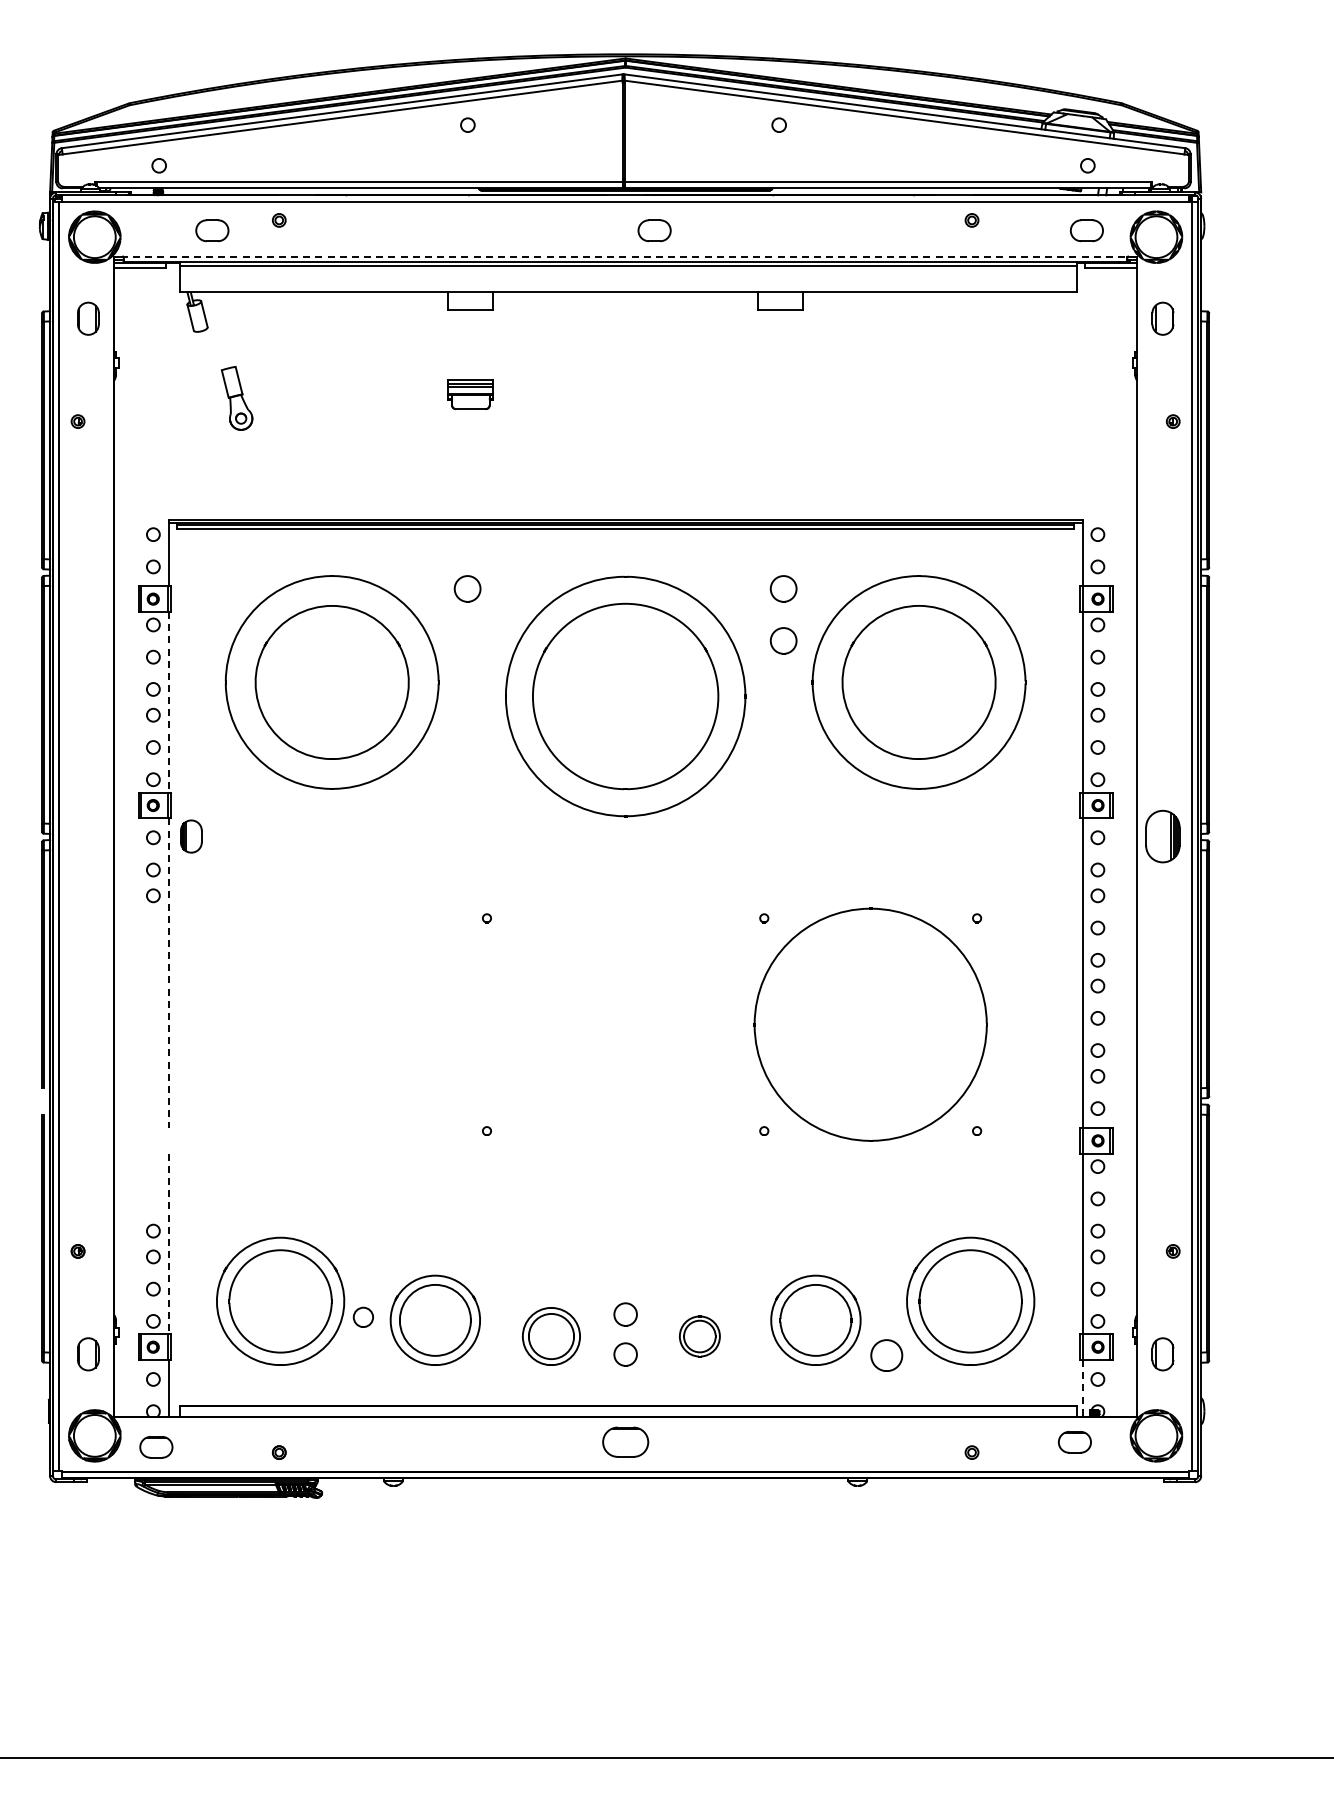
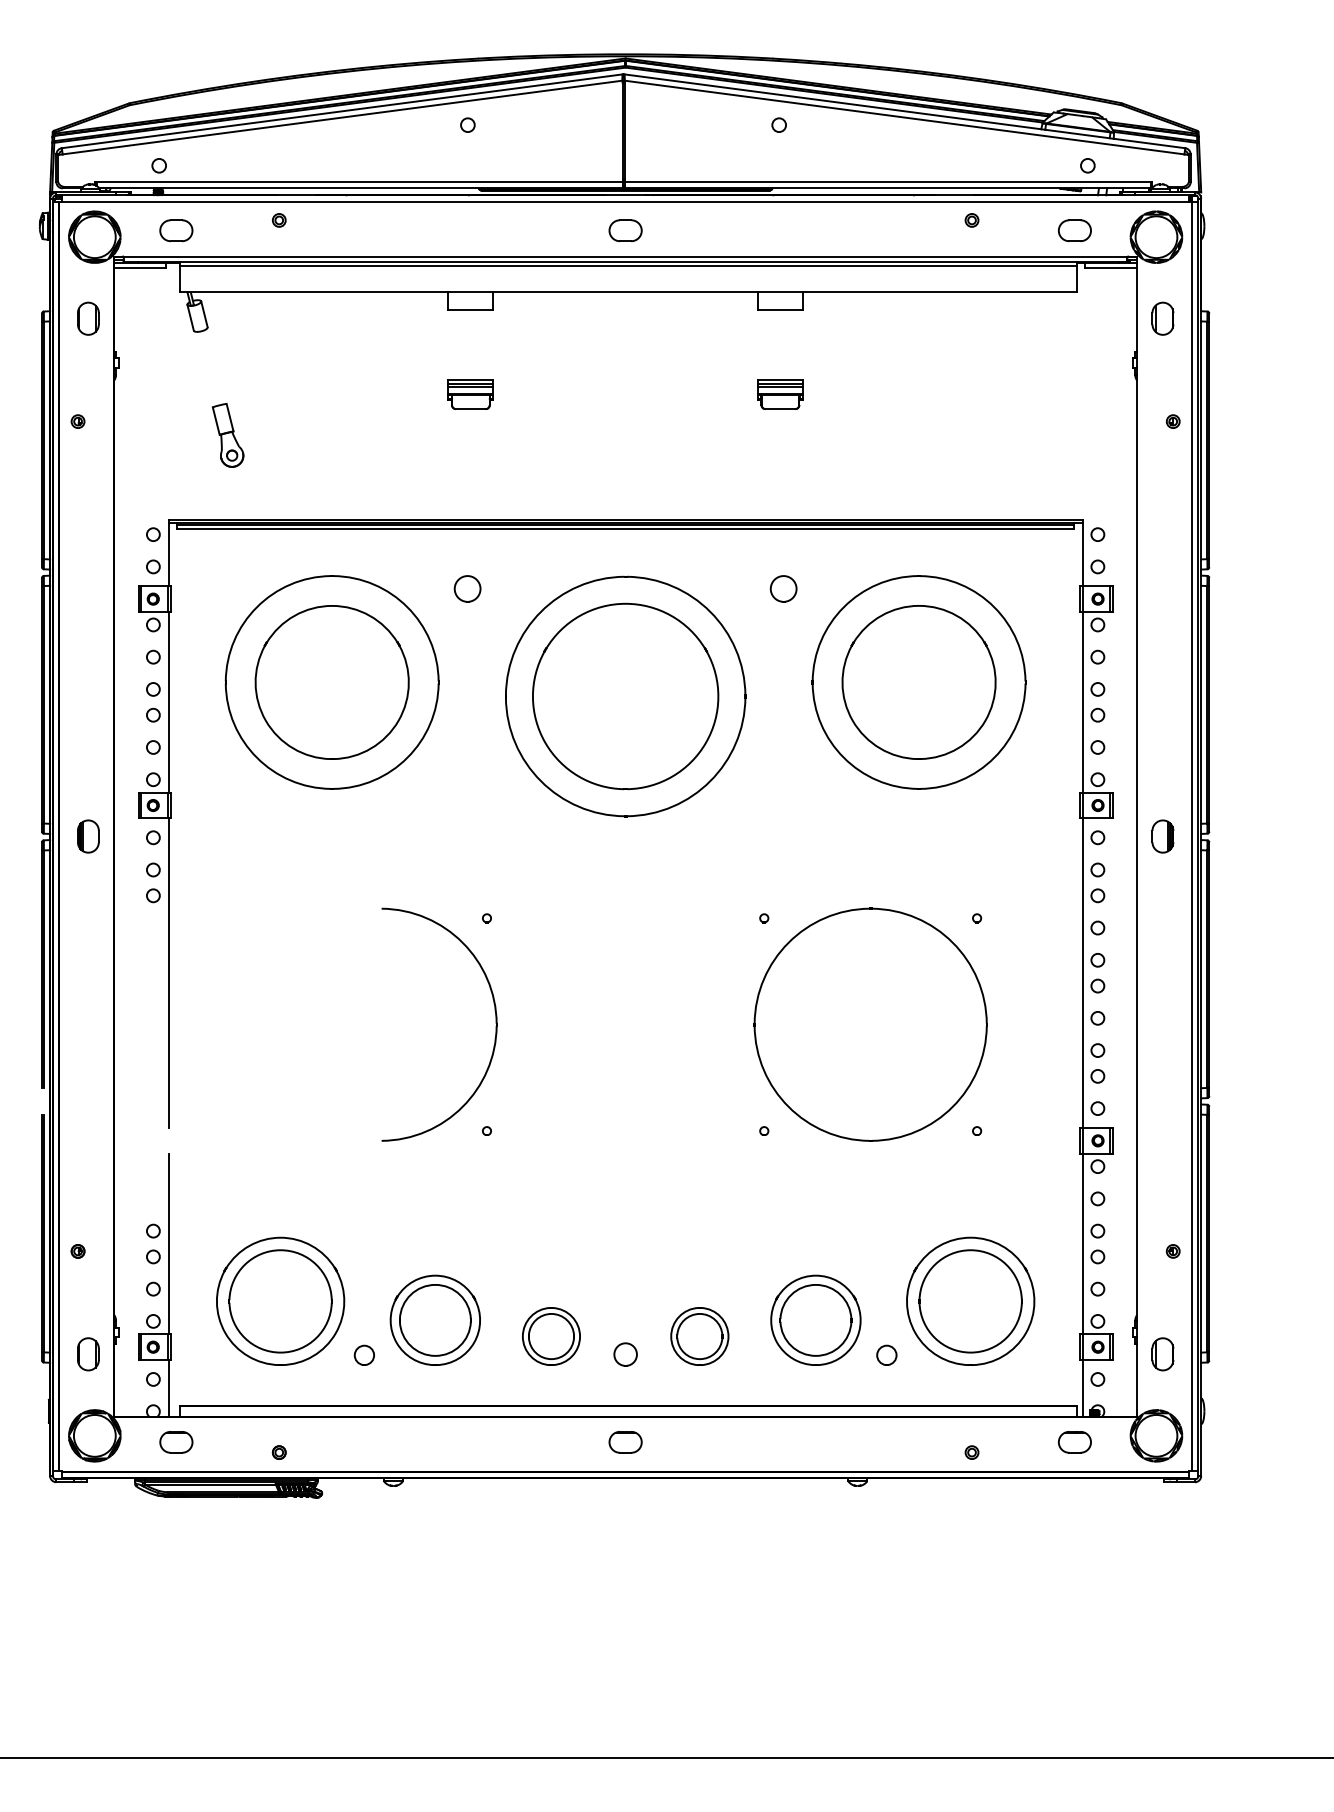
part at (212, 230) position: (212, 230) -> (176, 230)
part at (654, 230) position: (654, 230) -> (625, 230)
part at (1086, 230) position: (1086, 230) -> (1074, 230)
line at (625, 256): dashed -> solid
part at (780, 394): none -> present
part at (236, 398) position: (236, 398) -> (227, 435)
part at (783, 640): present -> none
line at (168, 702): dashed -> solid
part at (191, 836) position: (191, 836) -> (88, 836)
part at (1162, 836) size: 36x55 px -> 24x35 px
line at (168, 973): dashed -> solid
part at (495, 1023): none -> present
line at (168, 1244): dashed -> solid
part at (625, 1314): present -> none
part at (362, 1316) position: (362, 1316) -> (363, 1354)
part at (699, 1336) size: 42x43 px -> 60x59 px
part at (886, 1355) size: 34x33 px -> 22x22 px
line at (1082, 1388): dashed -> solid
part at (625, 1441) size: 48x32 px -> 35x23 px
part at (156, 1447) position: (156, 1447) -> (176, 1442)
